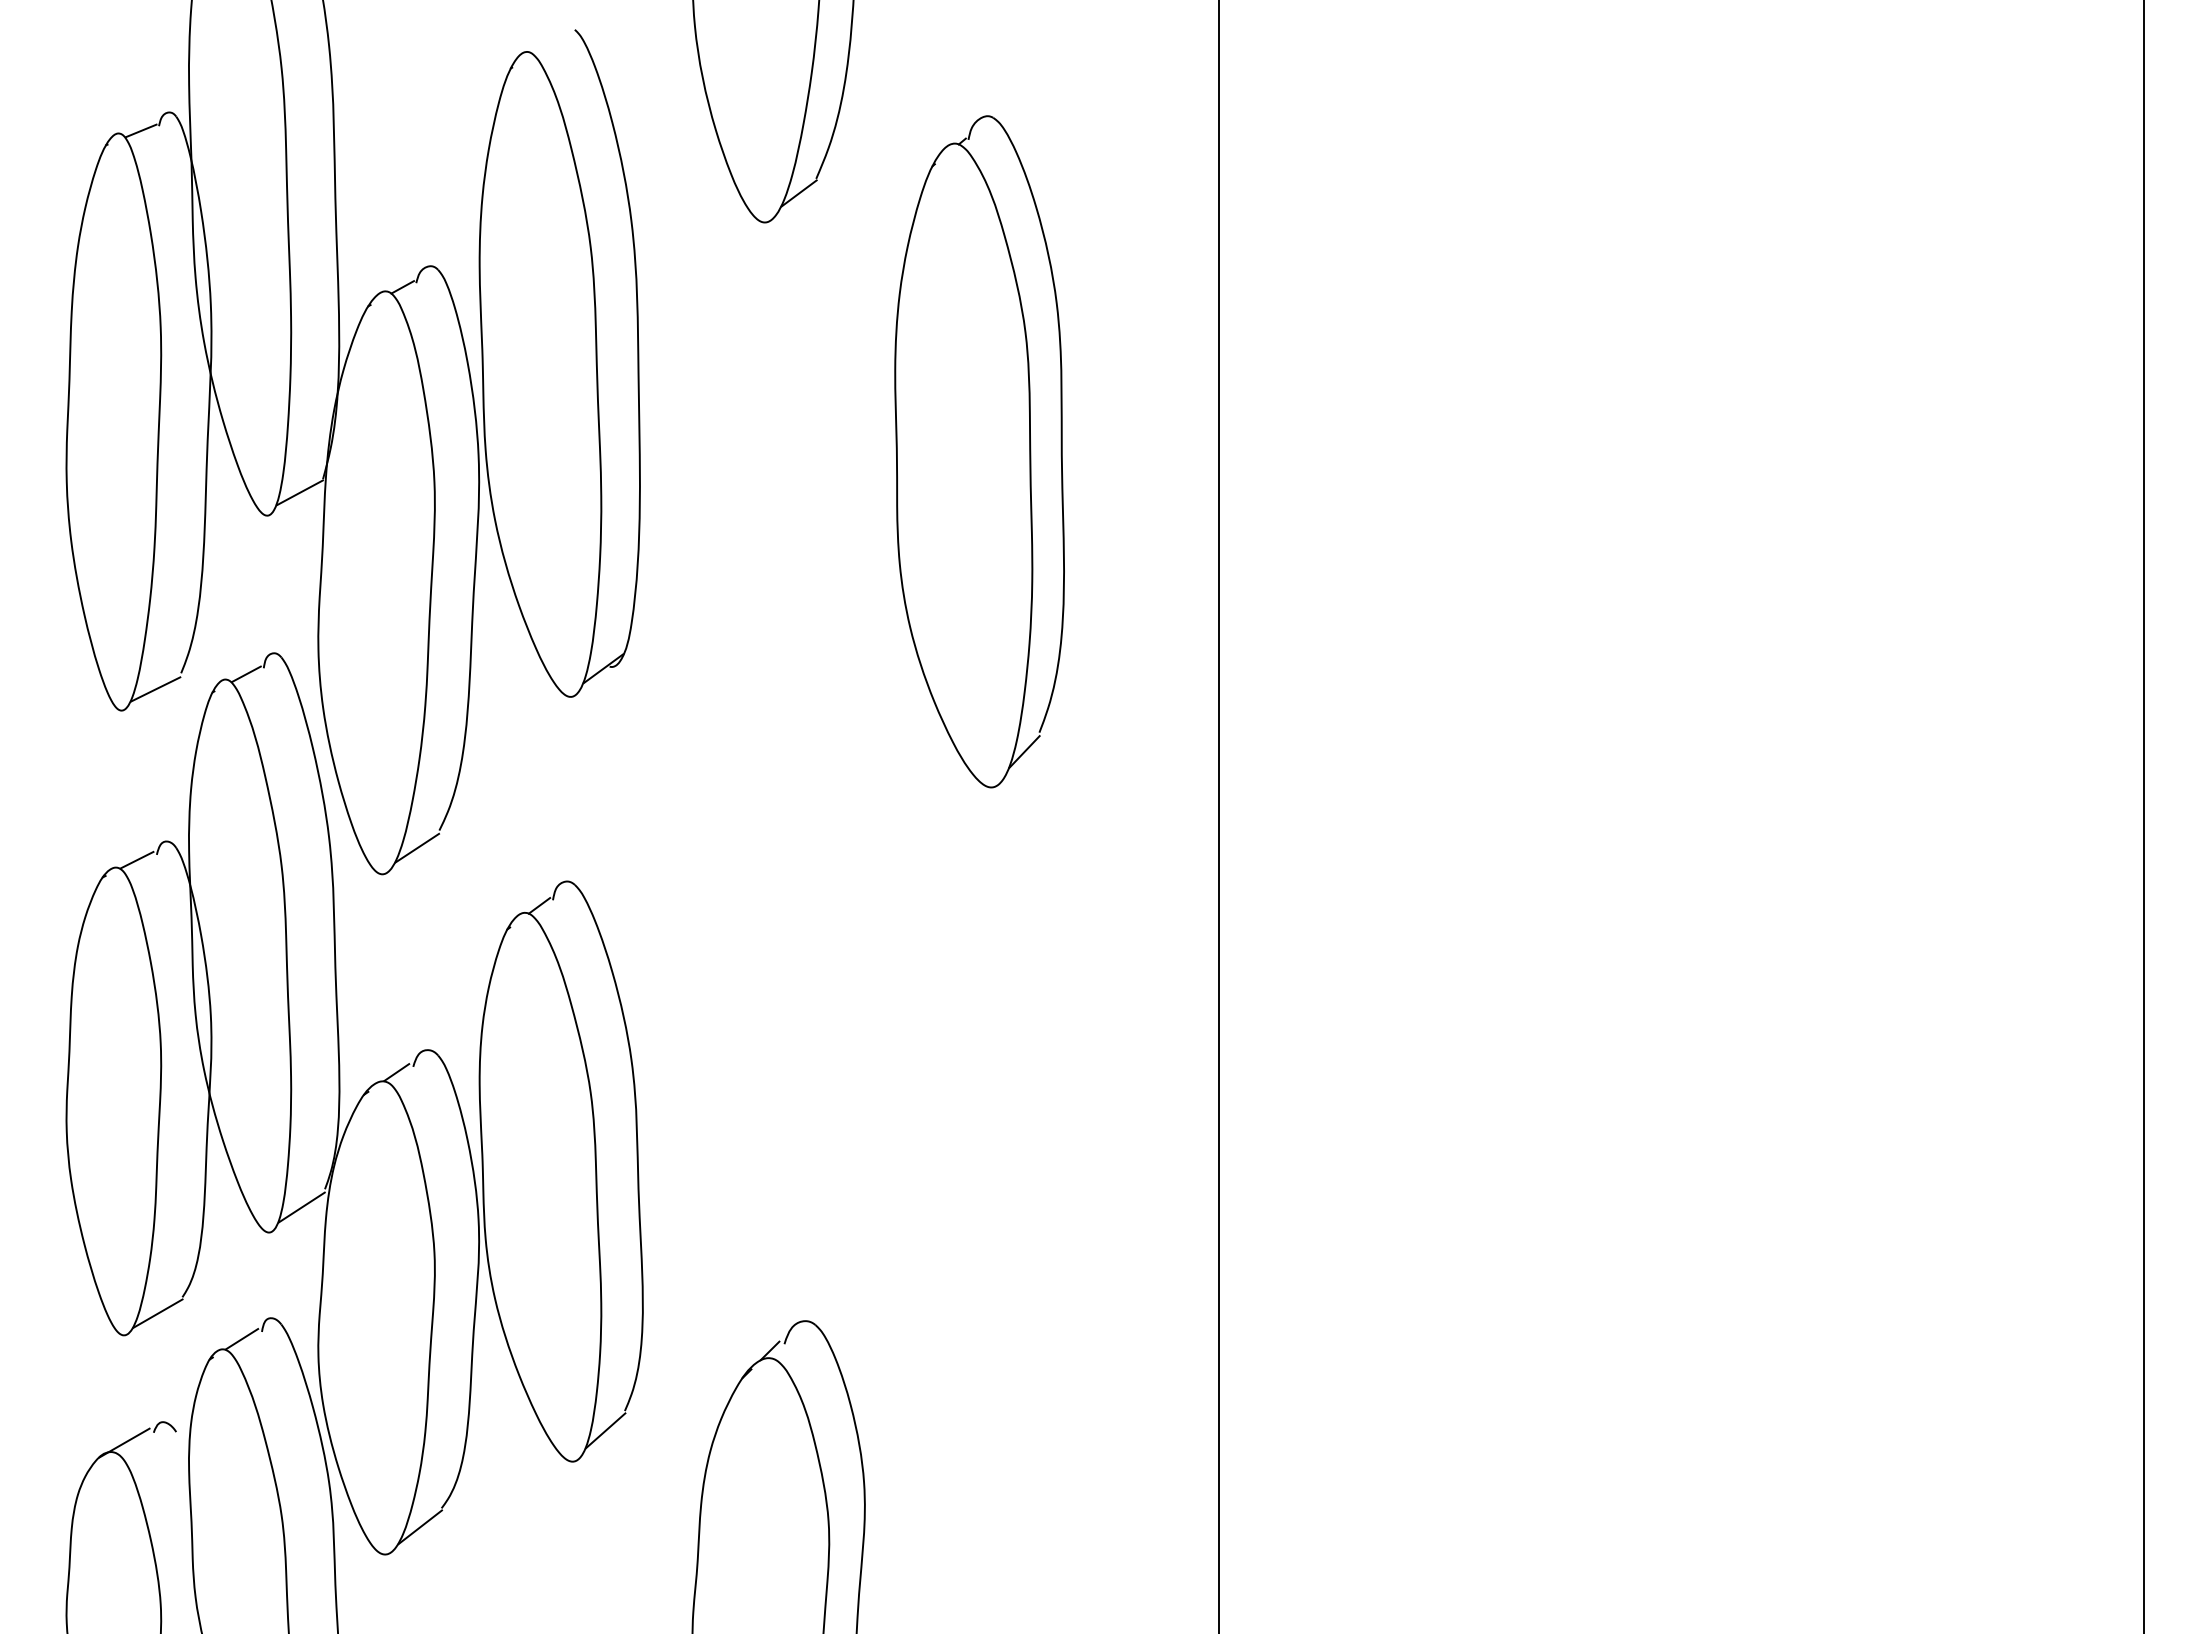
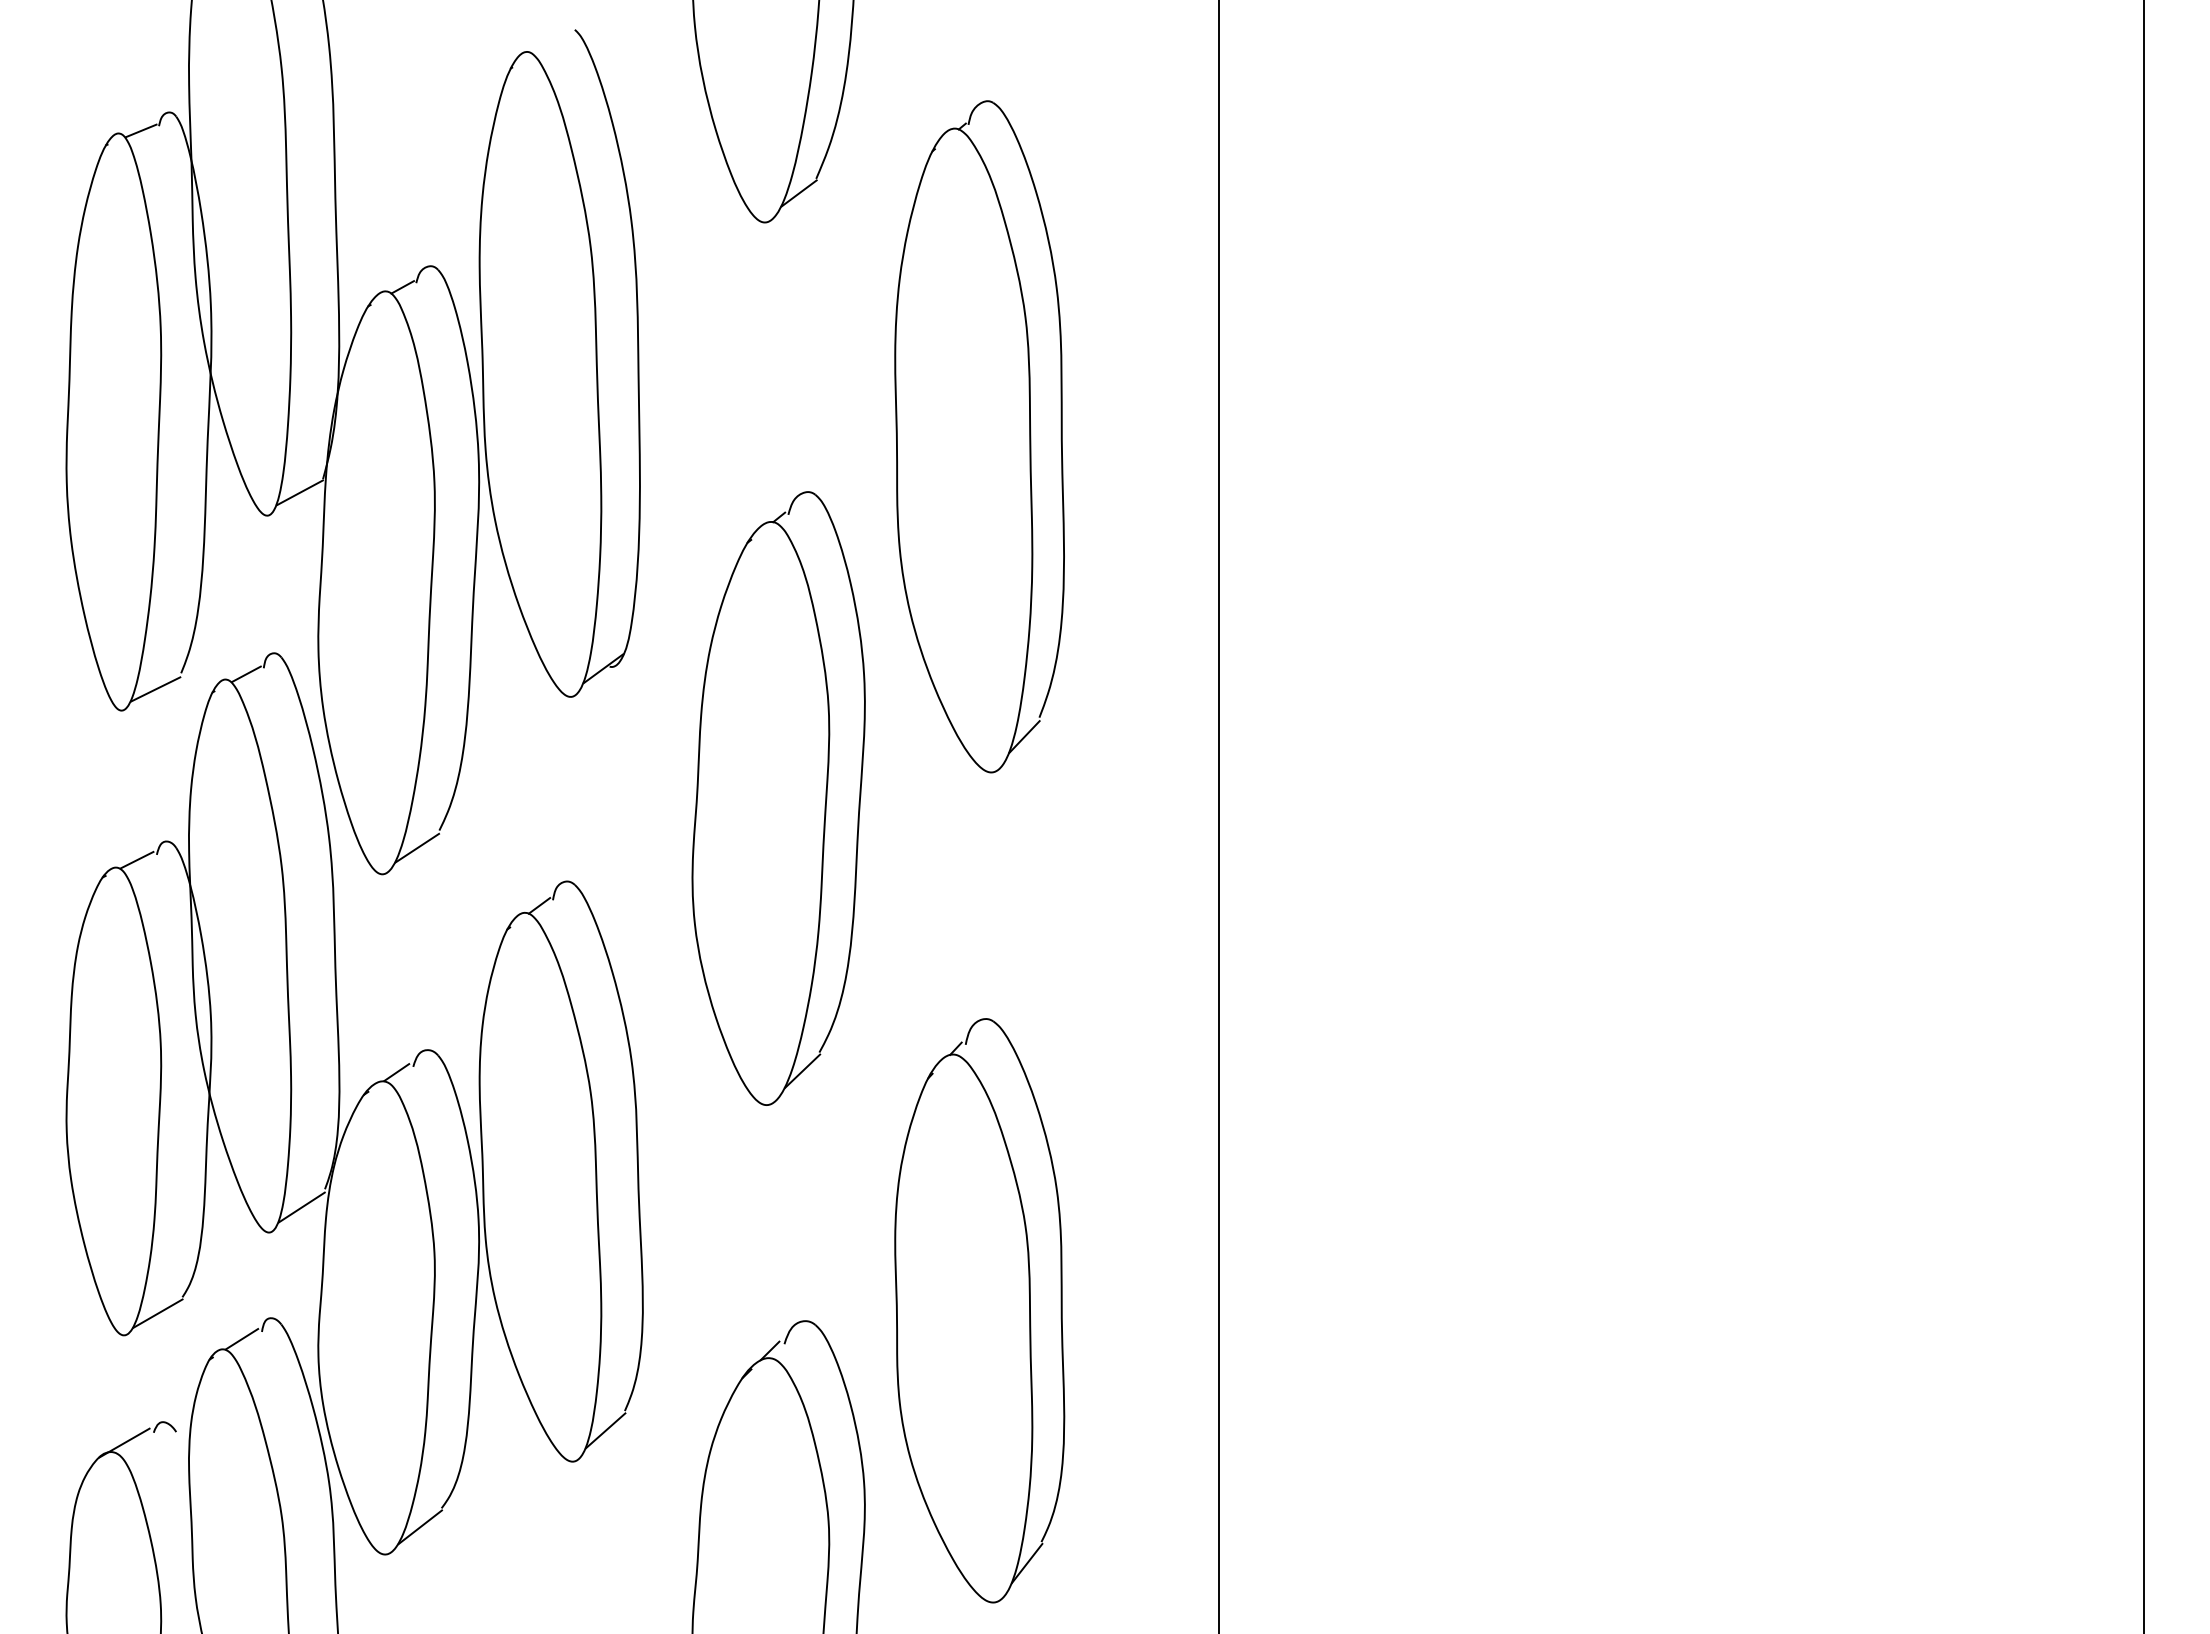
part at (979, 451) position: (979, 451) -> (979, 436)
part at (778, 798): none -> present
part at (979, 1310): none -> present
